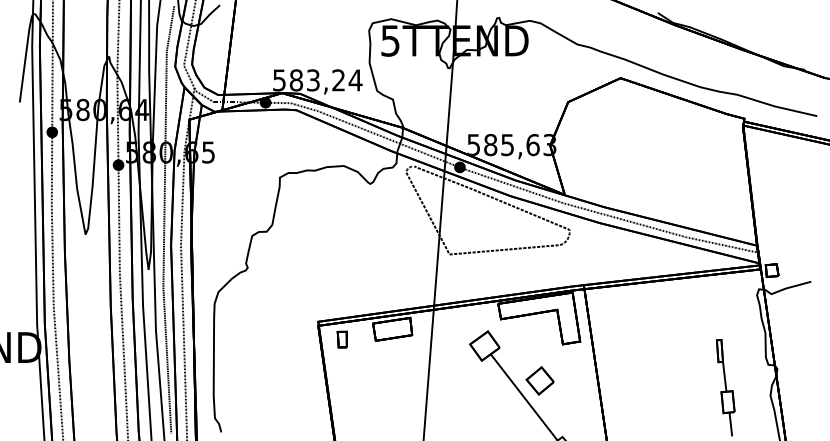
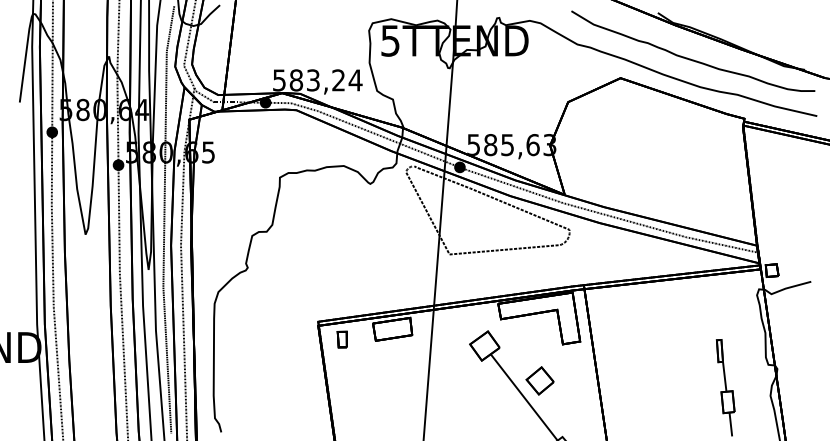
curve at (690, 58): none -> present
